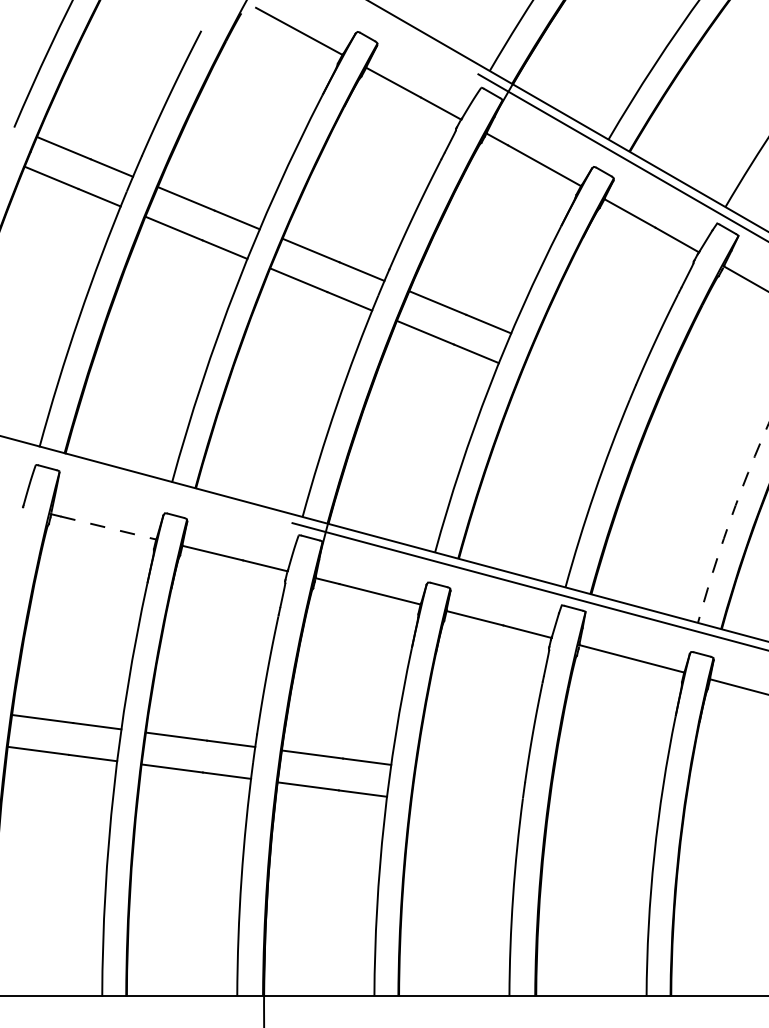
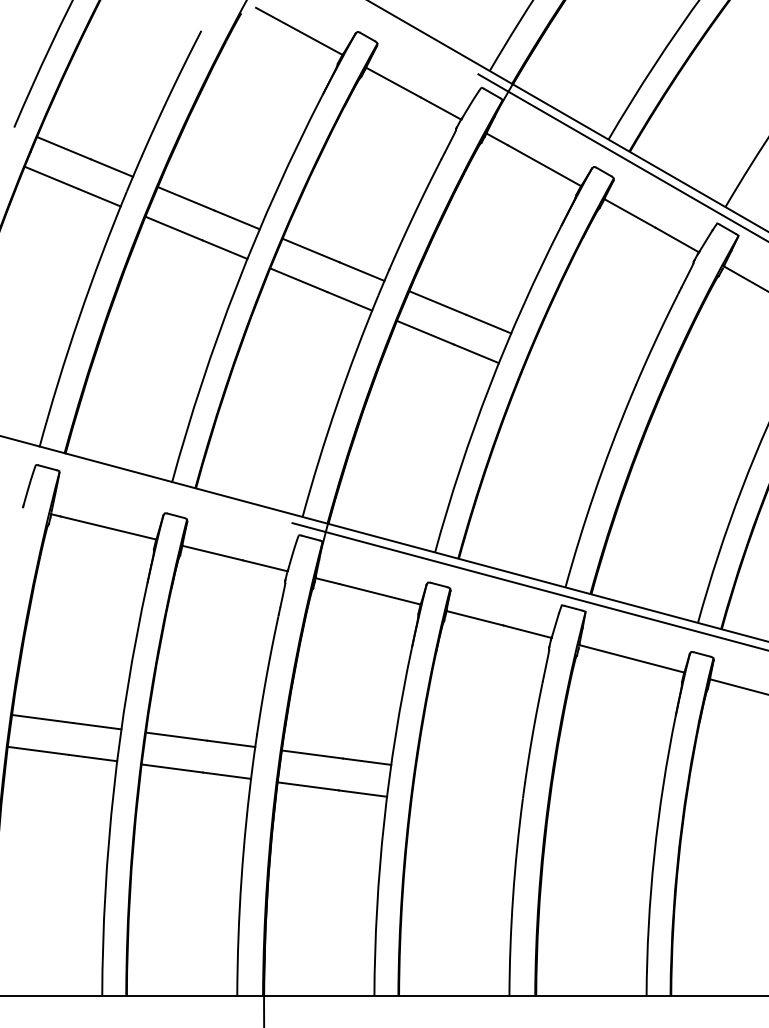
arc at (729, 522): dashed -> solid
line at (108, 528): dashed -> solid
